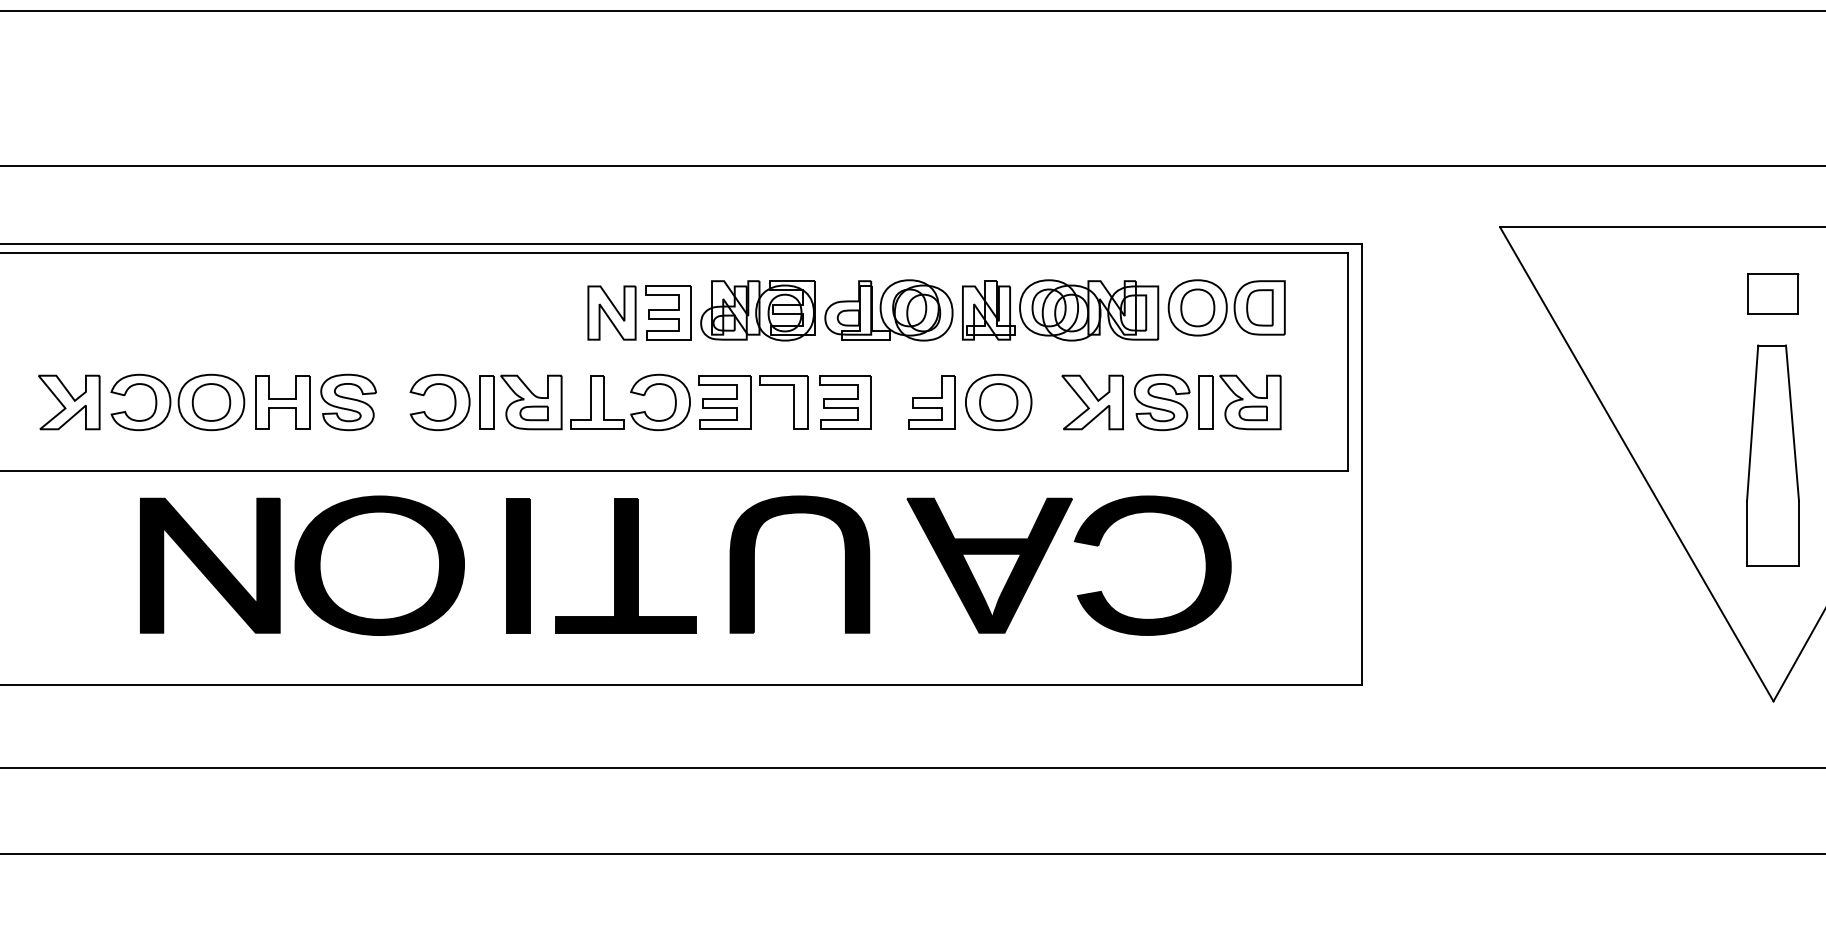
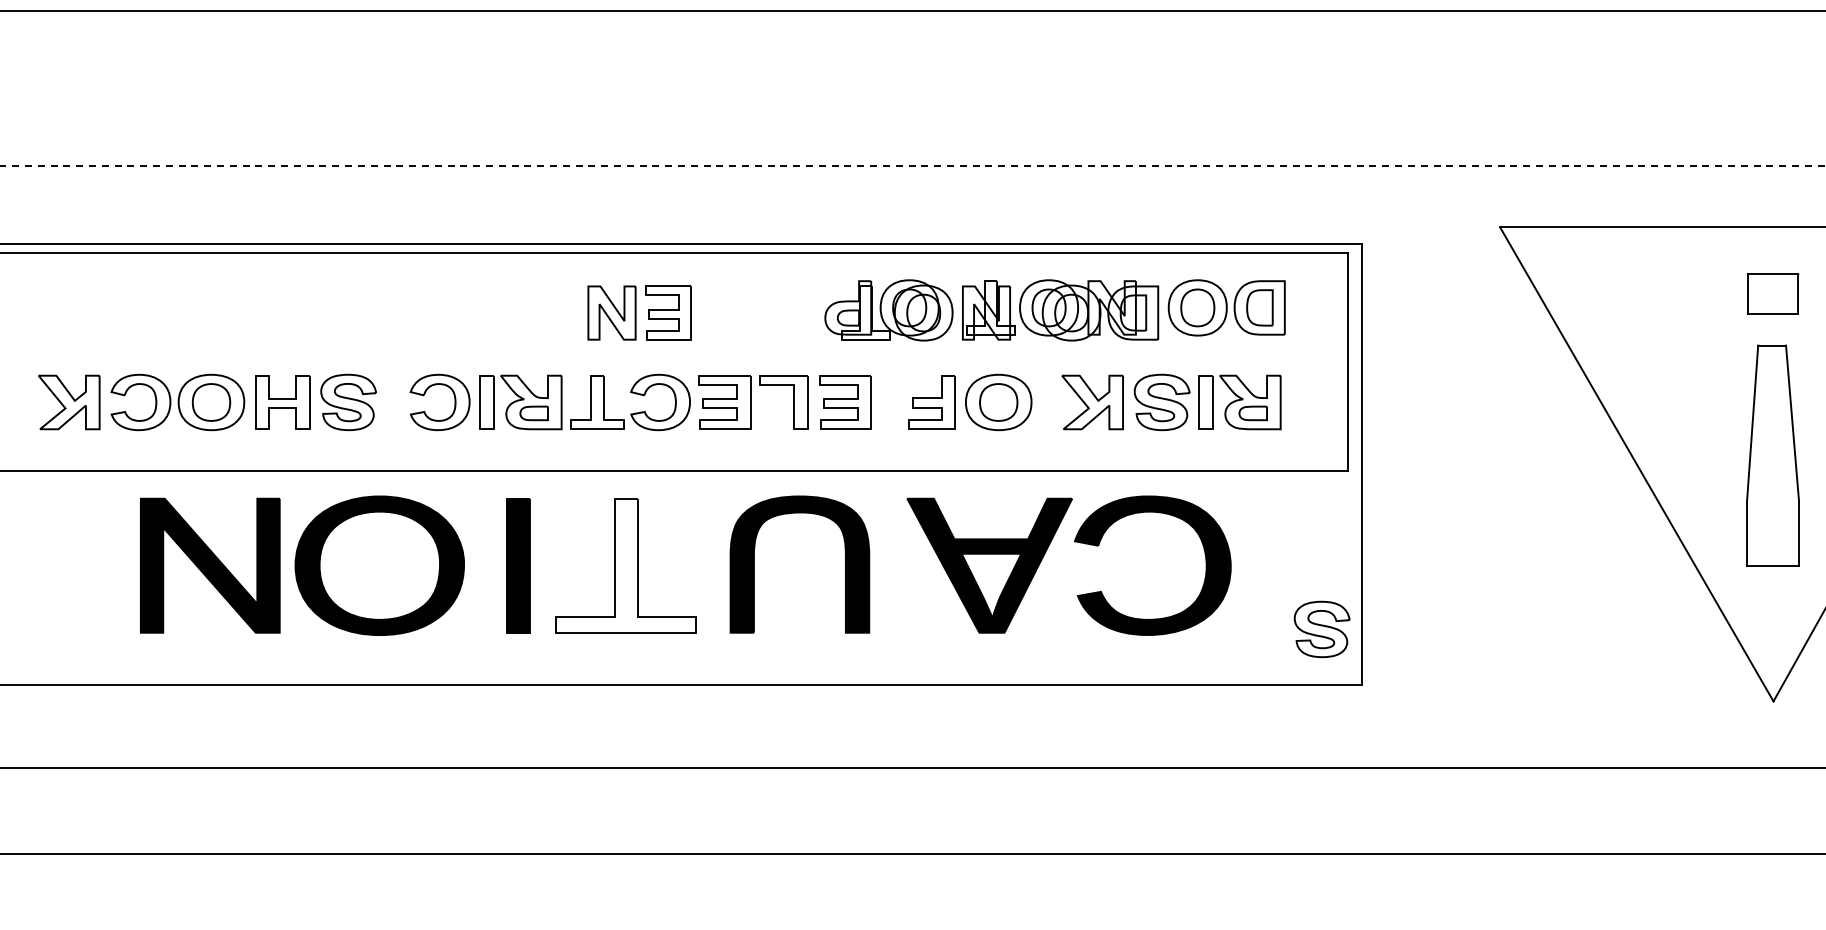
line at (913, 165): solid -> dashed
part at (757, 310): present -> none
fill at (625, 565): present -> none
part at (1321, 629): none -> present
